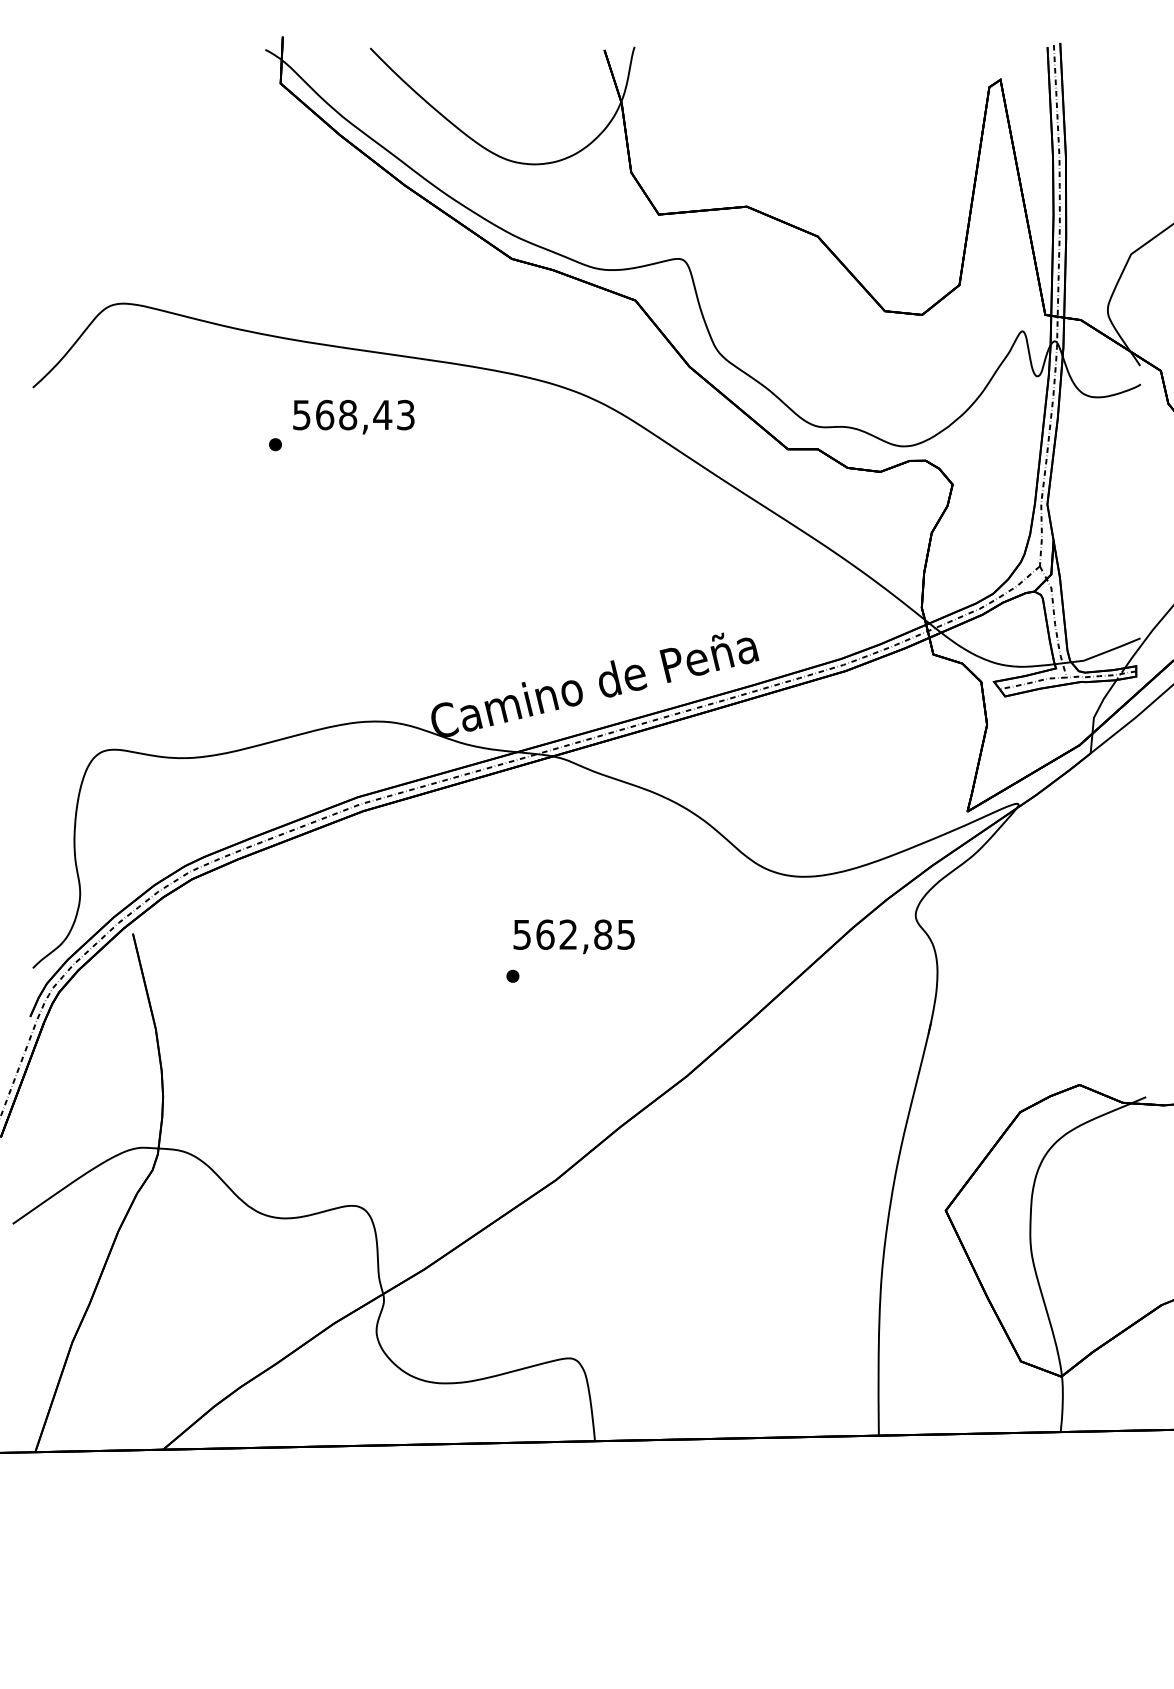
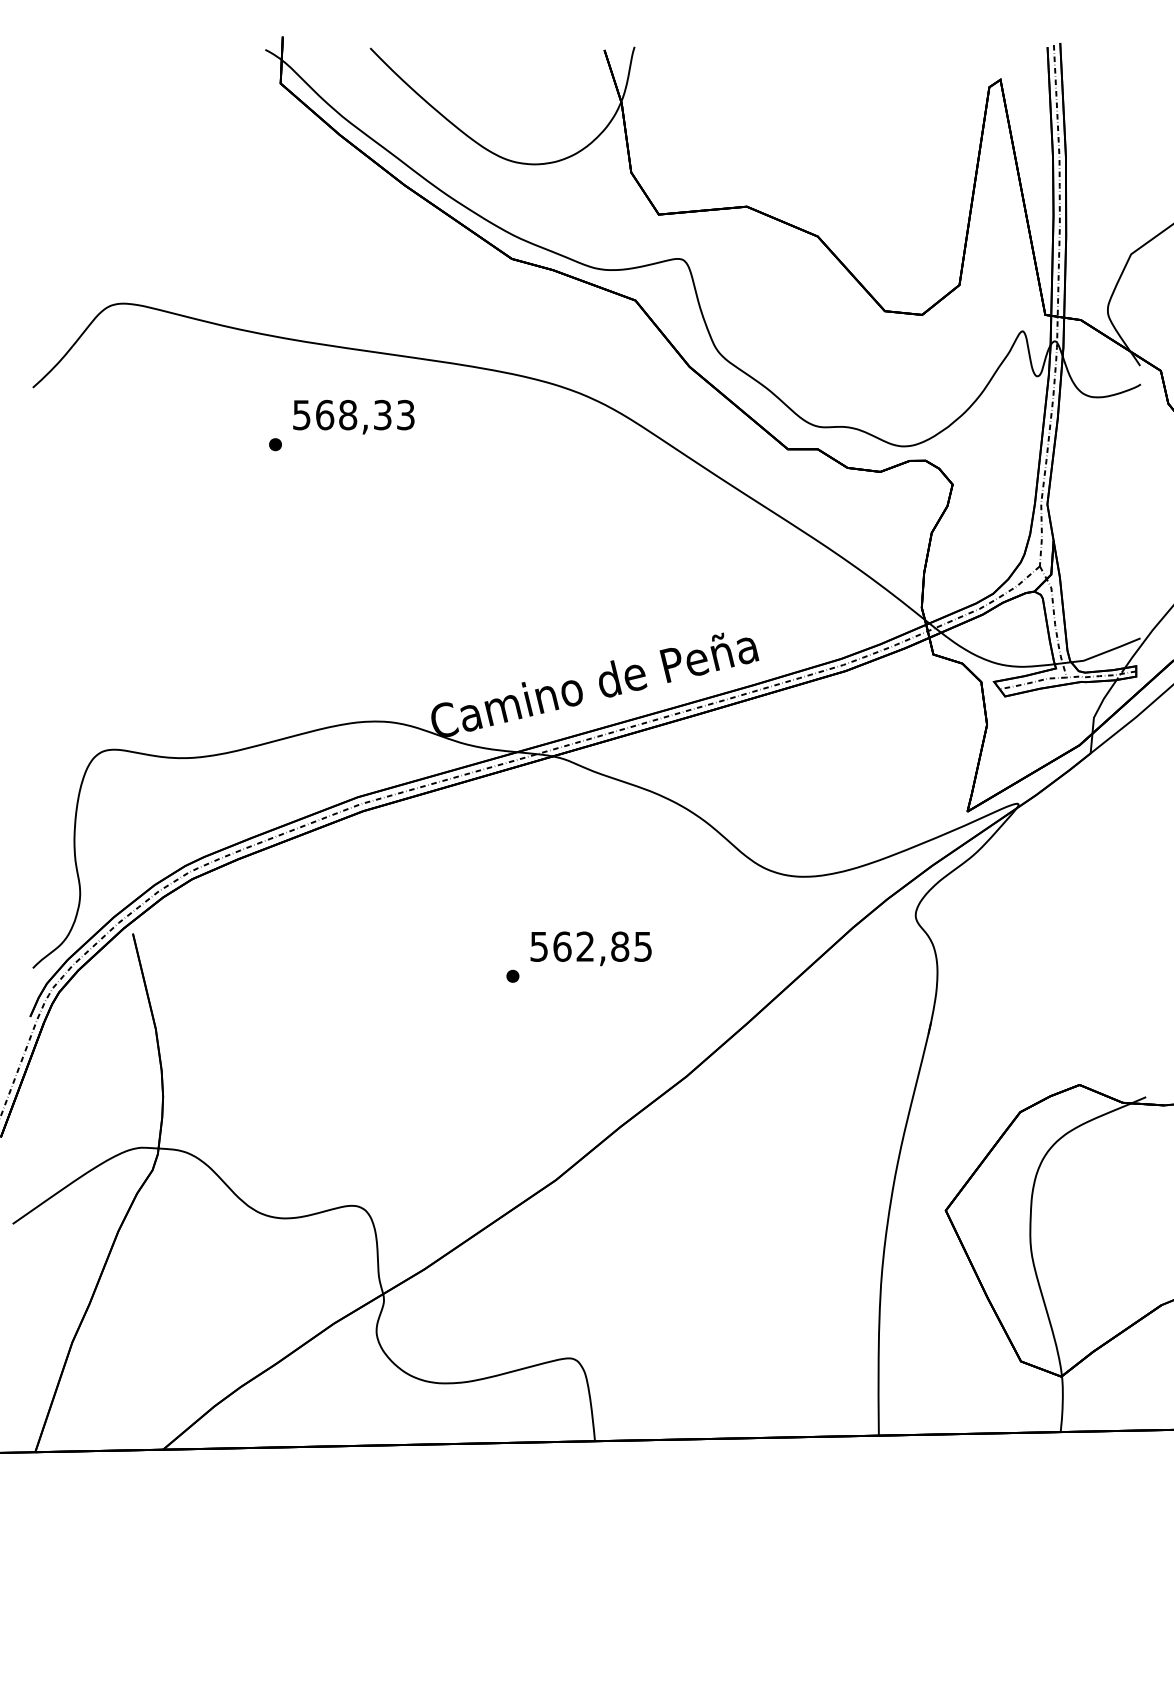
text at (382, 414): 568,43 -> 568,33
text at (573, 936) position: (573, 936) -> (590, 948)
